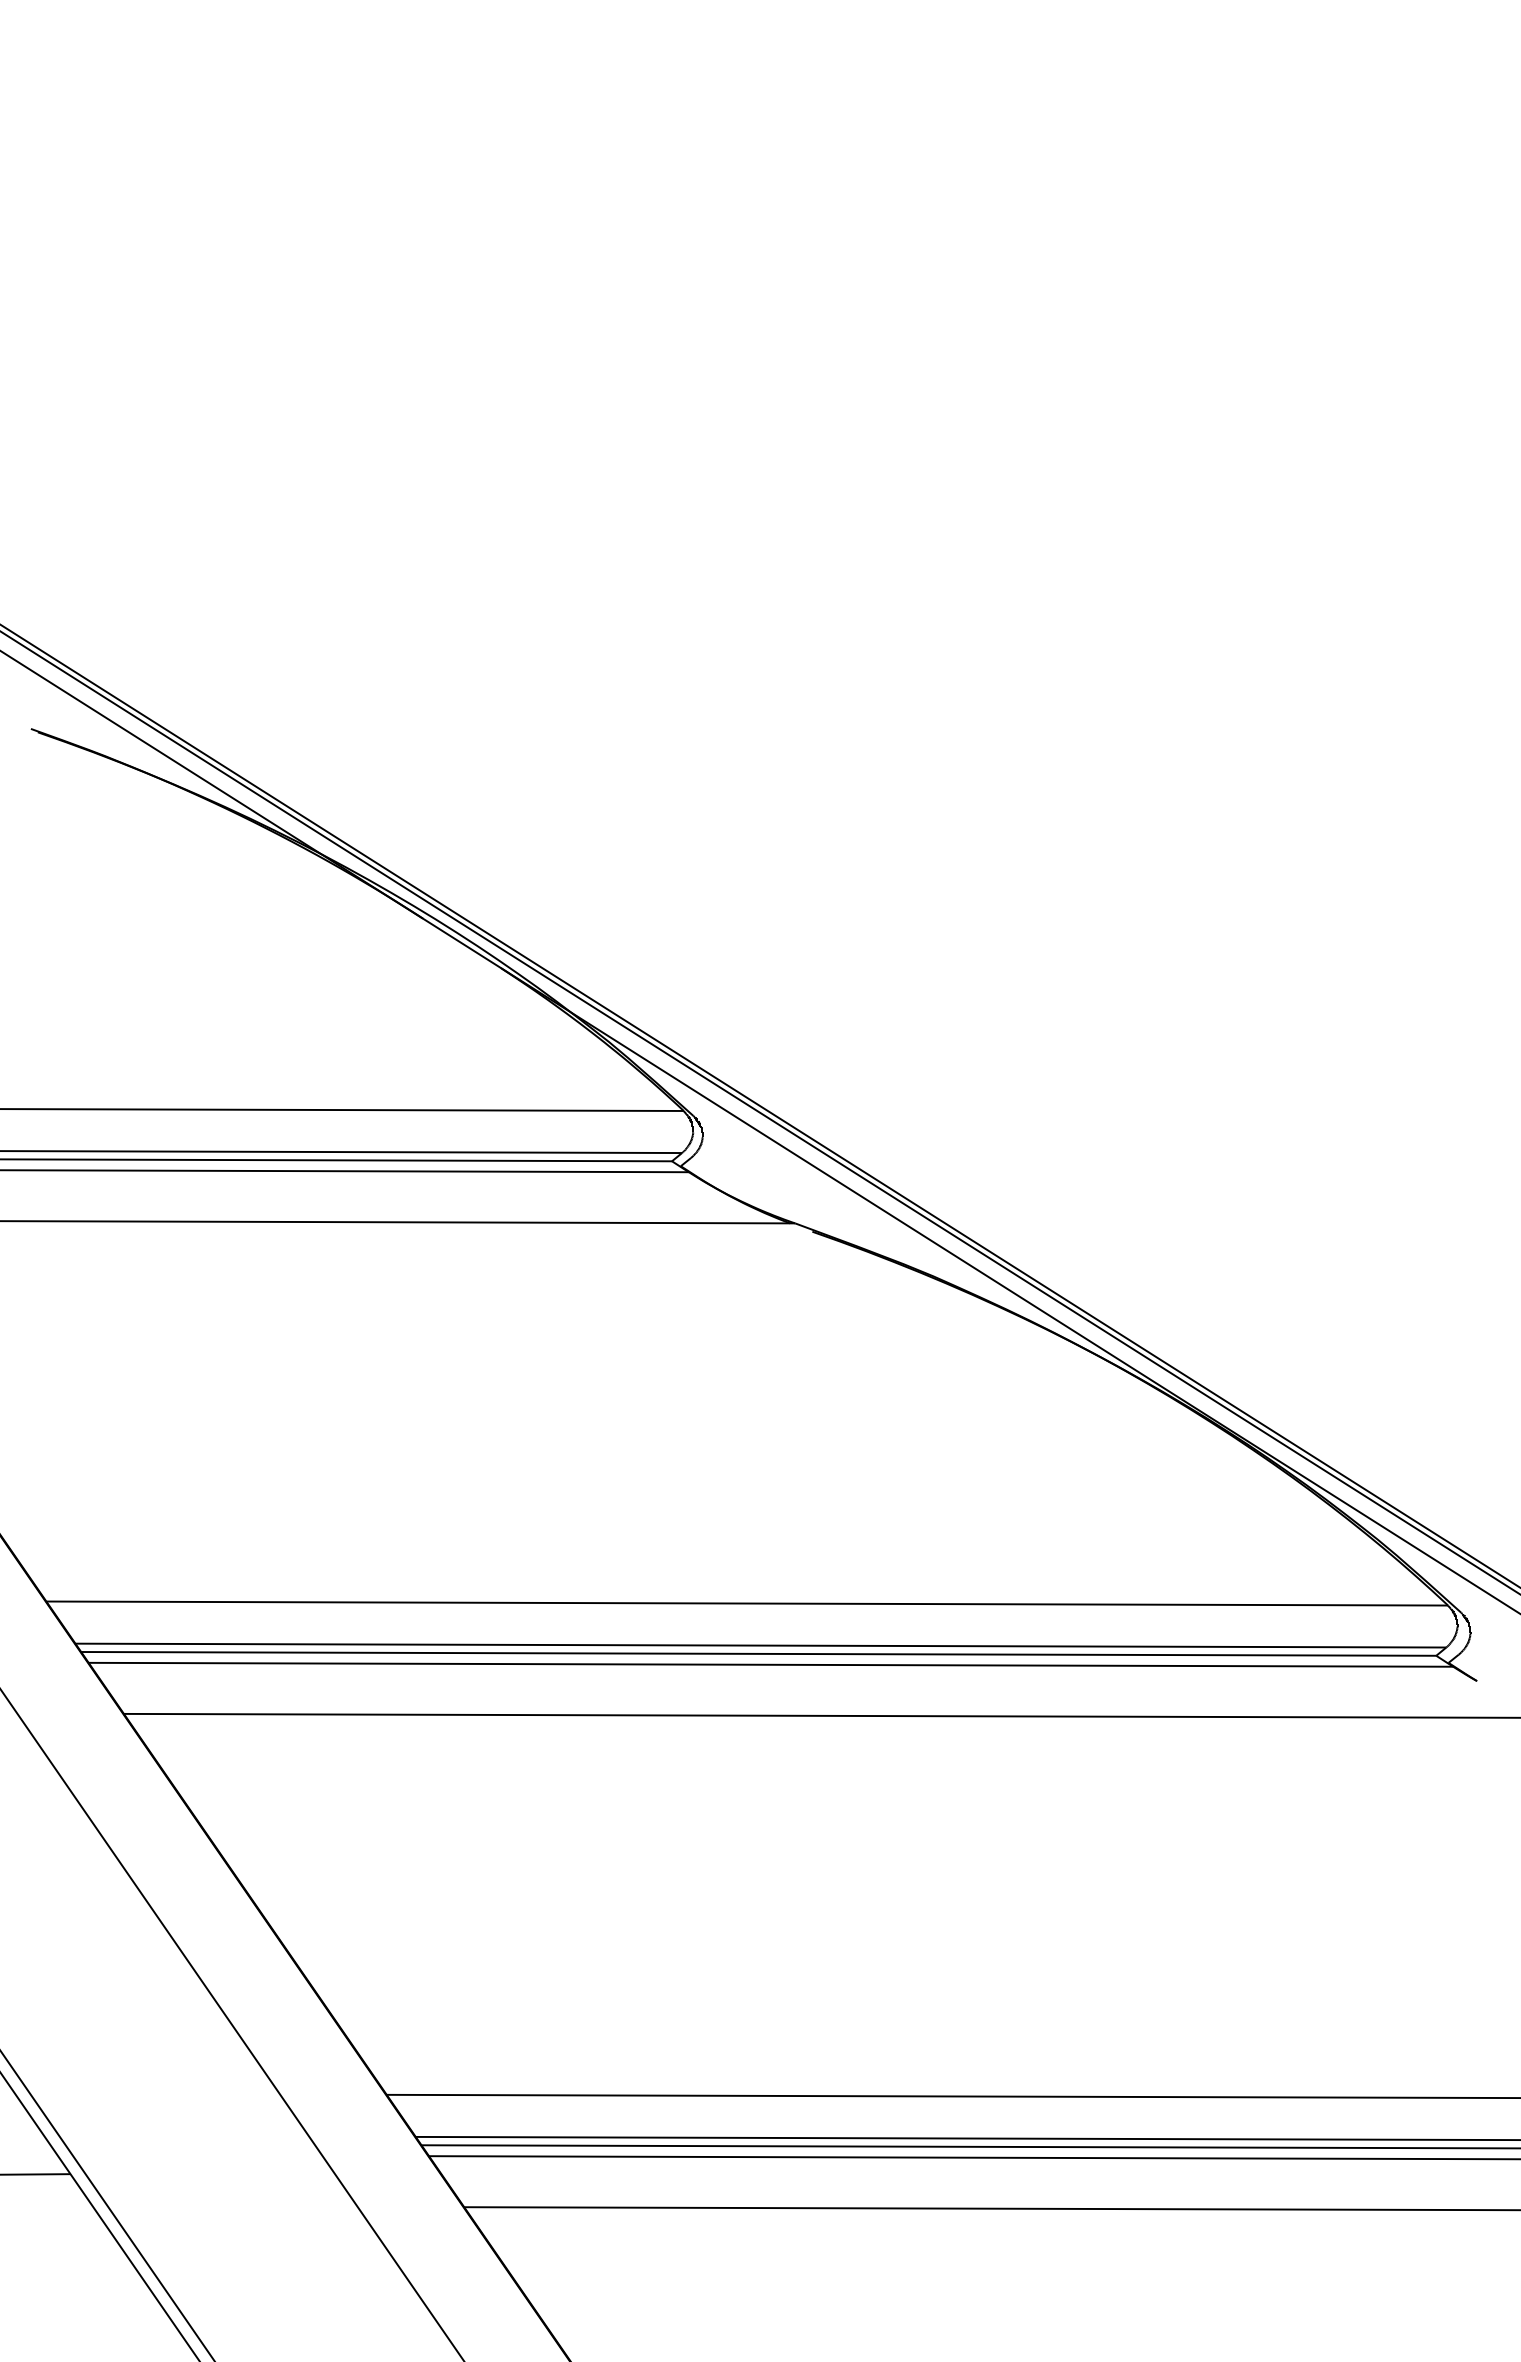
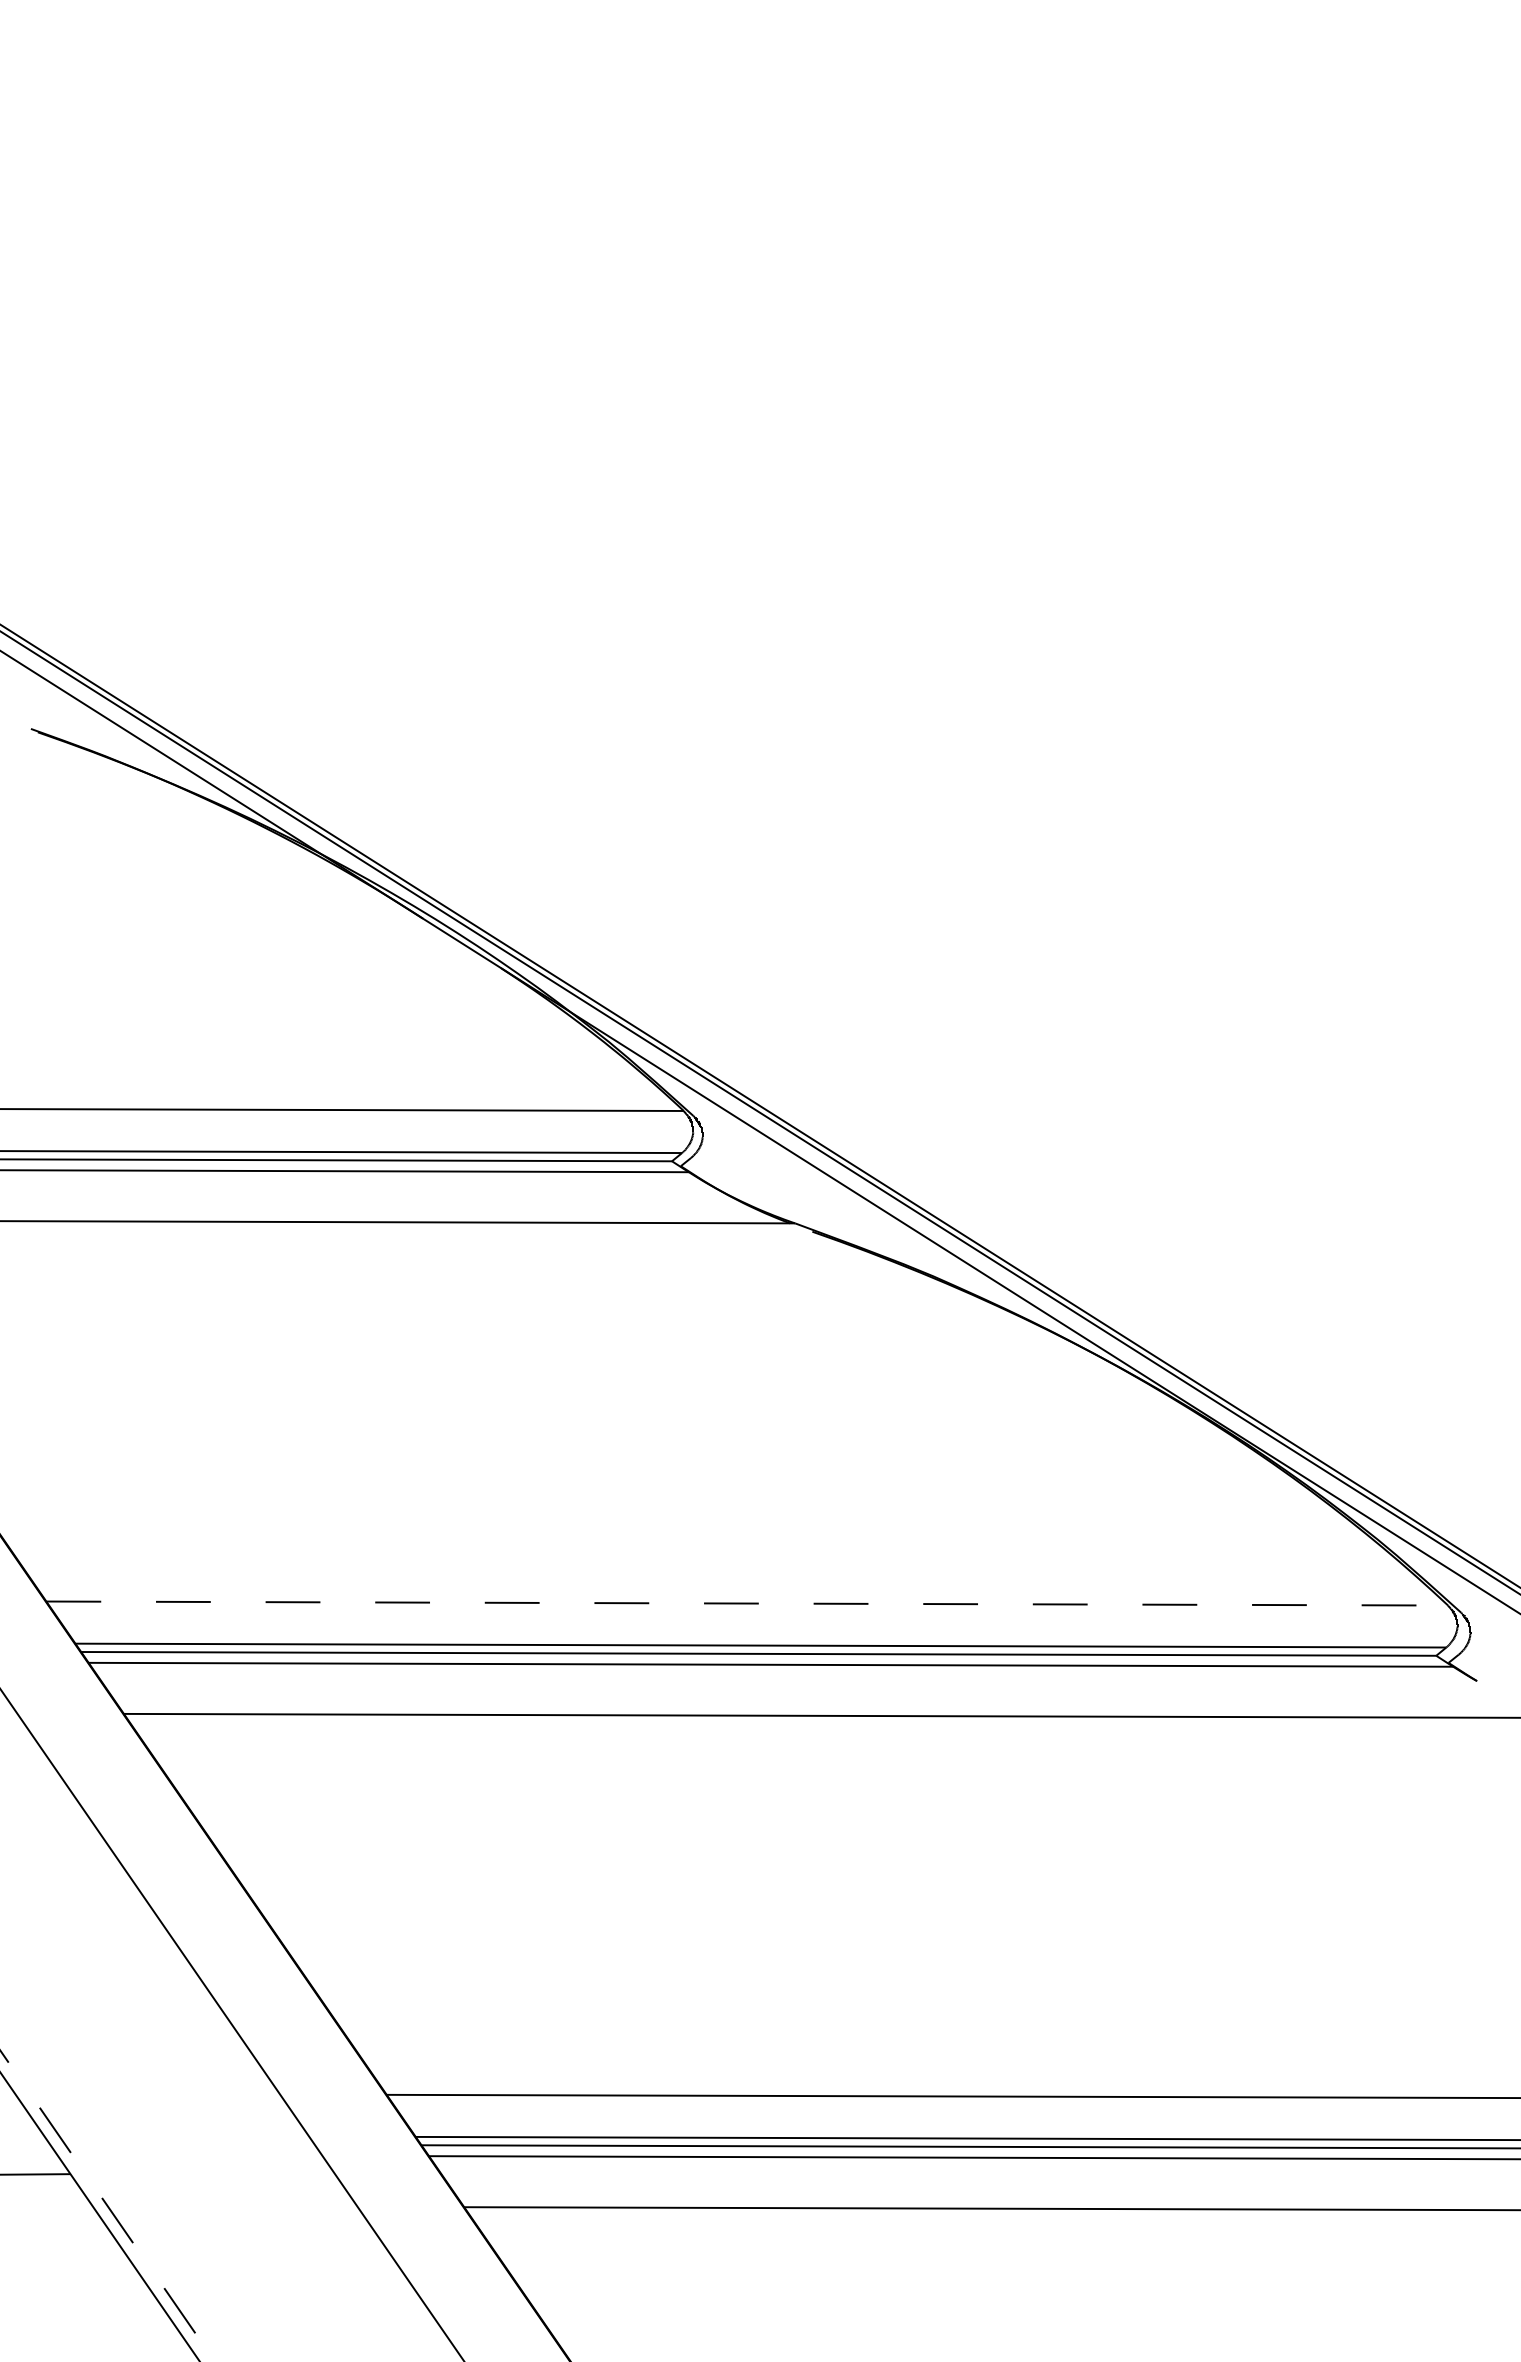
line at (747, 1603): solid -> dashed
line at (107, 2205): solid -> dashed
